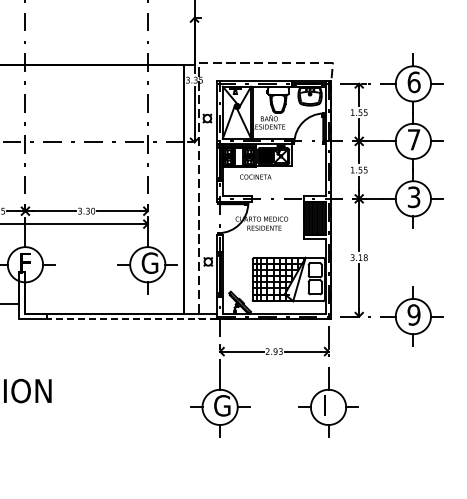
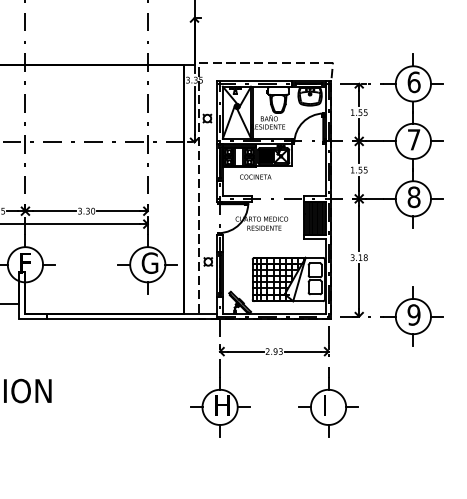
text at (413, 197): 3 -> 8
line at (131, 319): dashed -> solid
text at (222, 405): G -> H
